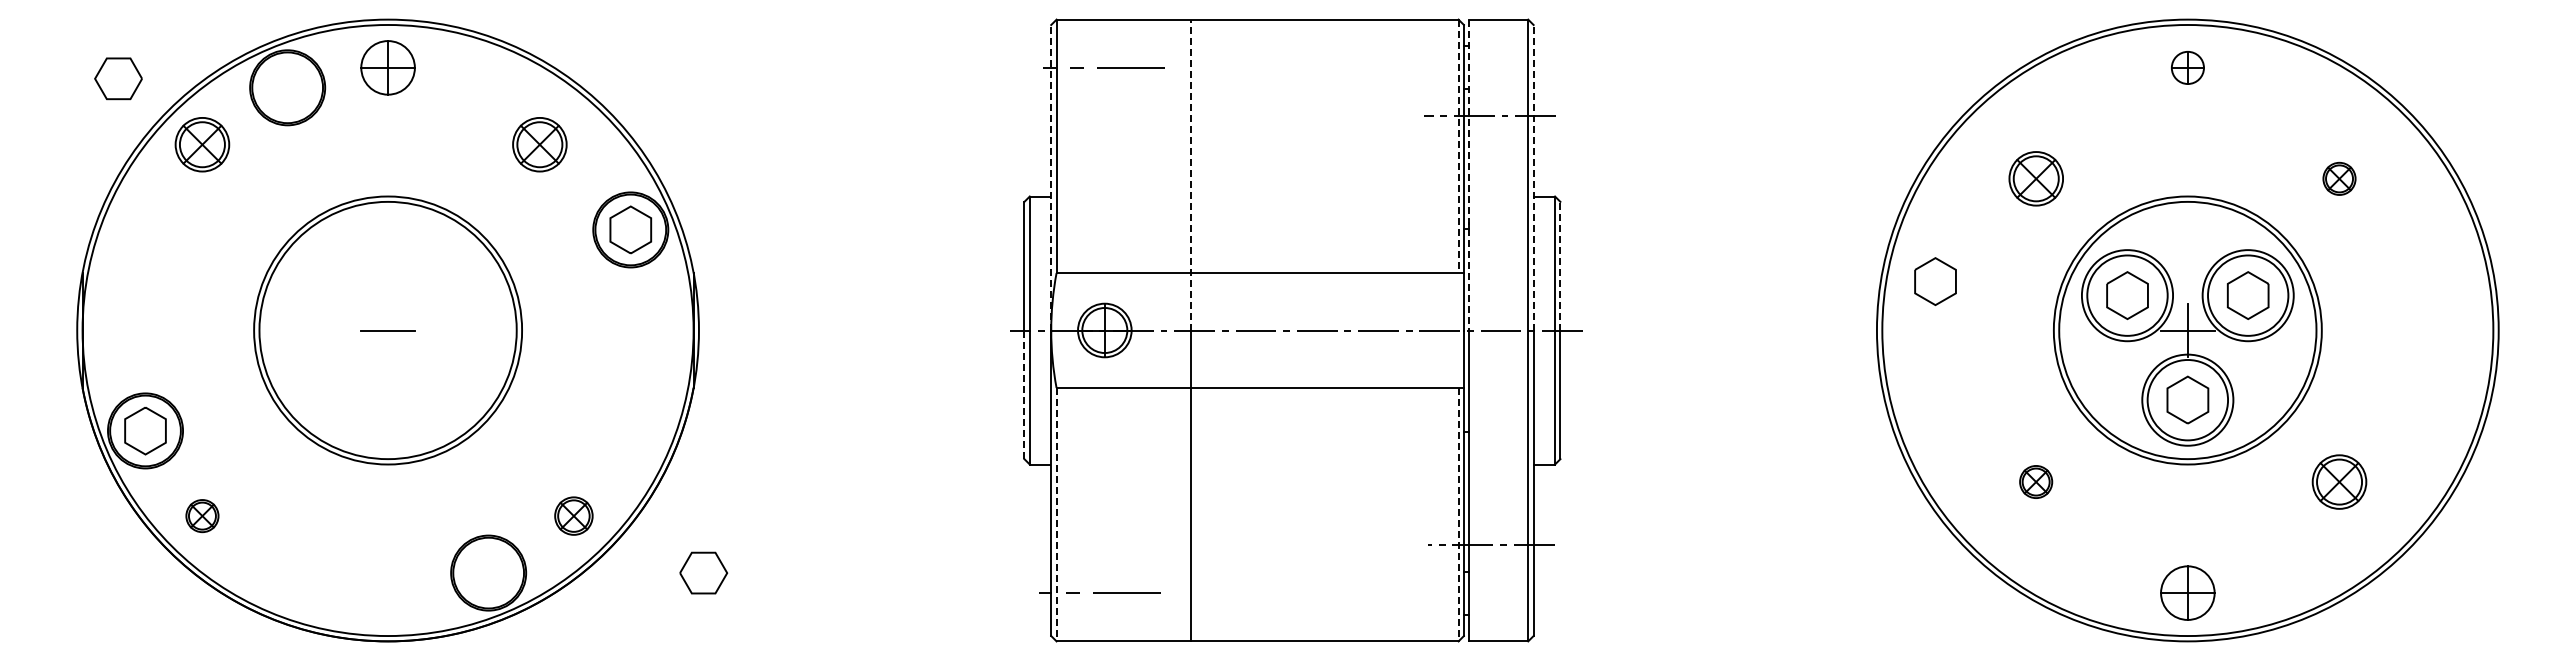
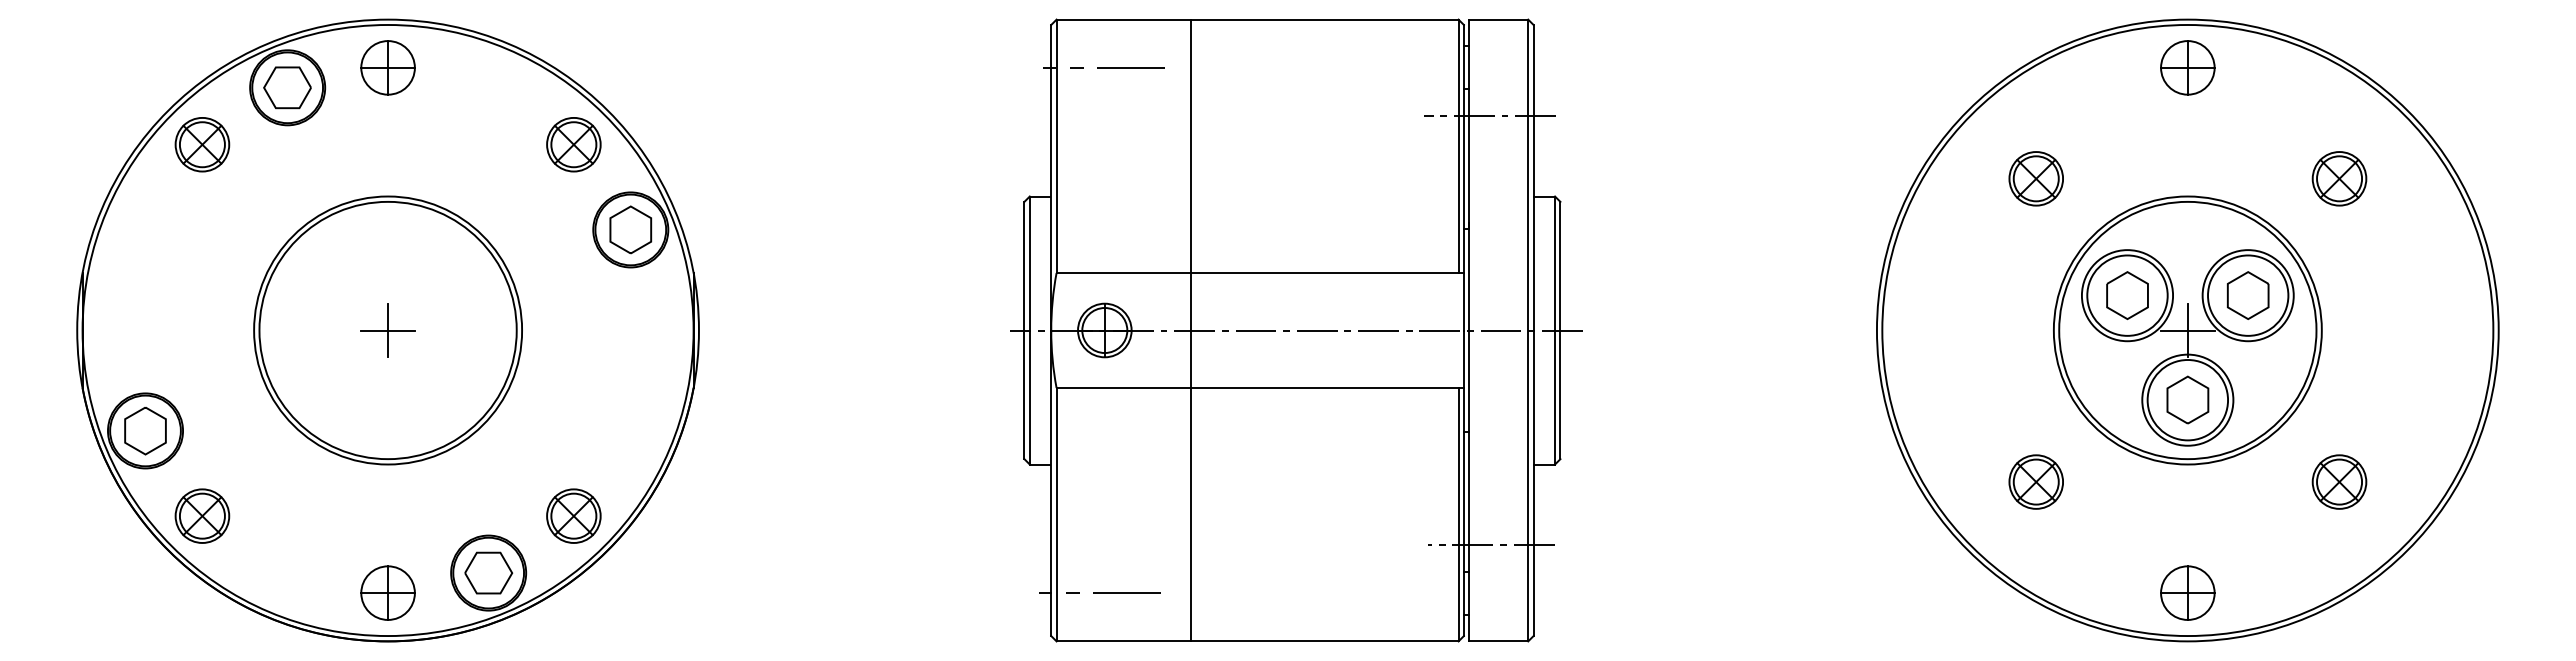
part at (2187, 67) size: 34x34 px -> 56x56 px
part at (118, 78) position: (118, 78) -> (287, 87)
part at (539, 144) position: (539, 144) -> (573, 144)
line at (1458, 146): dashed -> solid
line at (1190, 174): dashed -> solid
line at (1469, 175): dashed -> solid
line at (1051, 177): dashed -> solid
line at (1533, 177): dashed -> solid
part at (2339, 178) size: 35x35 px -> 57x56 px
line at (1560, 265): dashed -> solid
part at (1935, 281): present -> none
line at (388, 330): none -> present
line at (1024, 395): dashed -> solid
part at (2036, 481) size: 35x34 px -> 56x56 px
line at (1056, 514): dashed -> solid
line at (1458, 514): dashed -> solid
part at (573, 515) size: 40x40 px -> 56x56 px
part at (202, 516) size: 35x35 px -> 57x56 px
part at (703, 572) position: (703, 572) -> (488, 572)
part at (387, 592): none -> present
